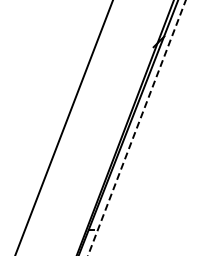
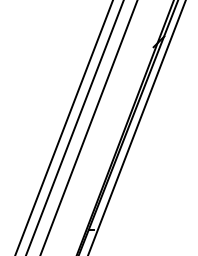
line at (75, 127): none -> present
line at (88, 127): none -> present
line at (137, 127): dashed -> solid
